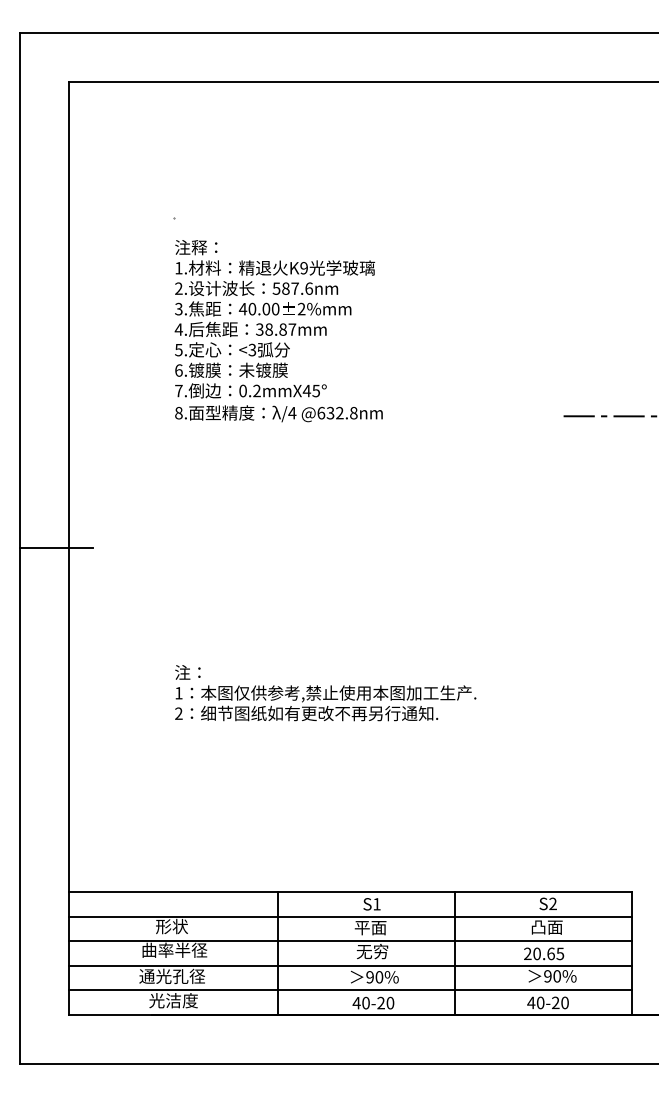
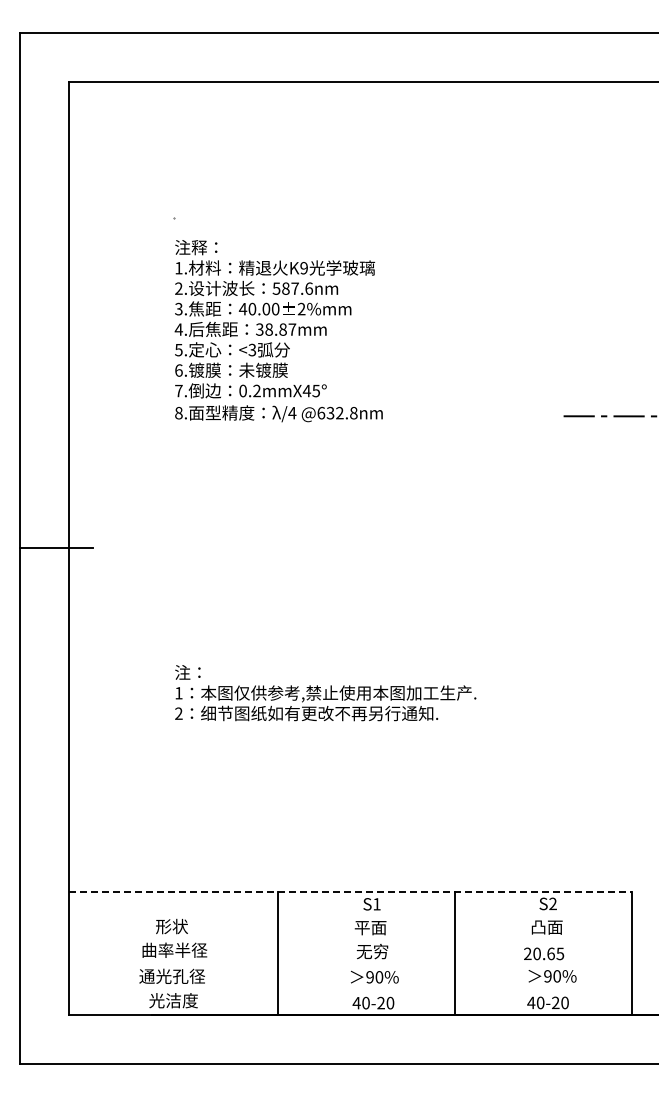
line at (350, 892): solid -> dashed
line at (349, 916): present -> none
line at (349, 941): present -> none
line at (349, 965): present -> none
line at (349, 990): present -> none
